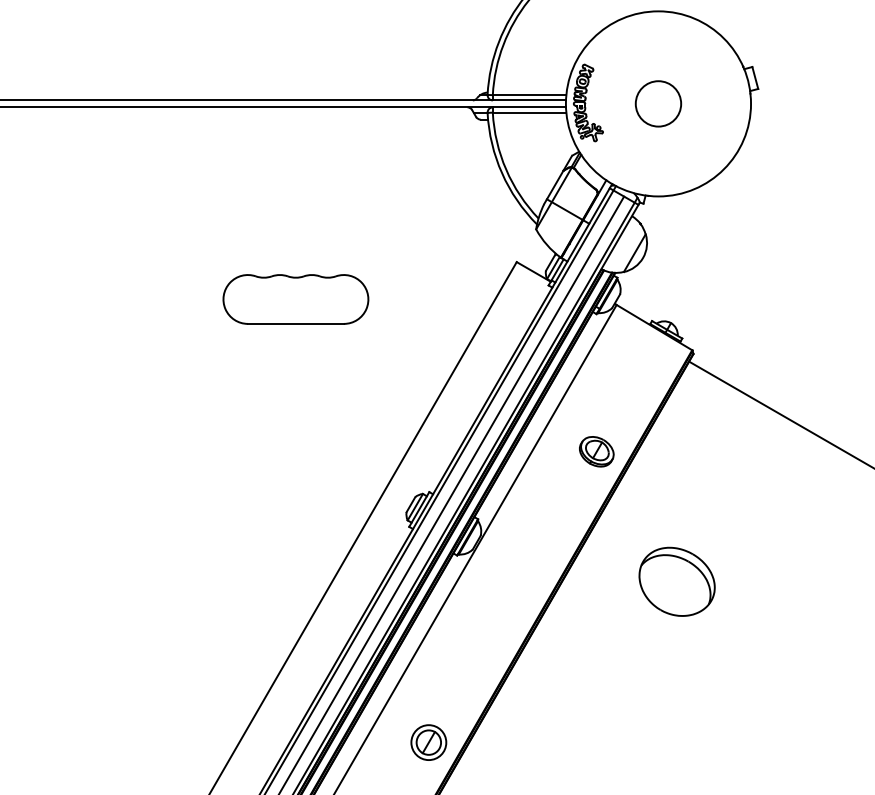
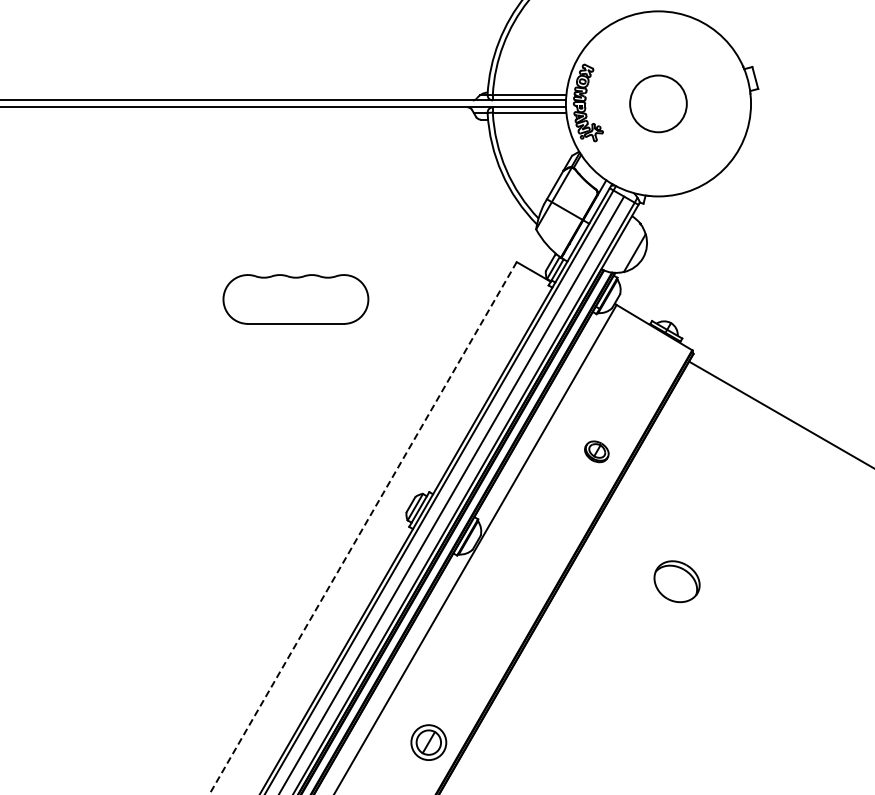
circle at (658, 103) diameter: 45 px -> 57 px
part at (596, 451) size: 36x32 px -> 26x24 px
line at (362, 528): solid -> dashed
part at (676, 581) size: 78x71 px -> 48x44 px
